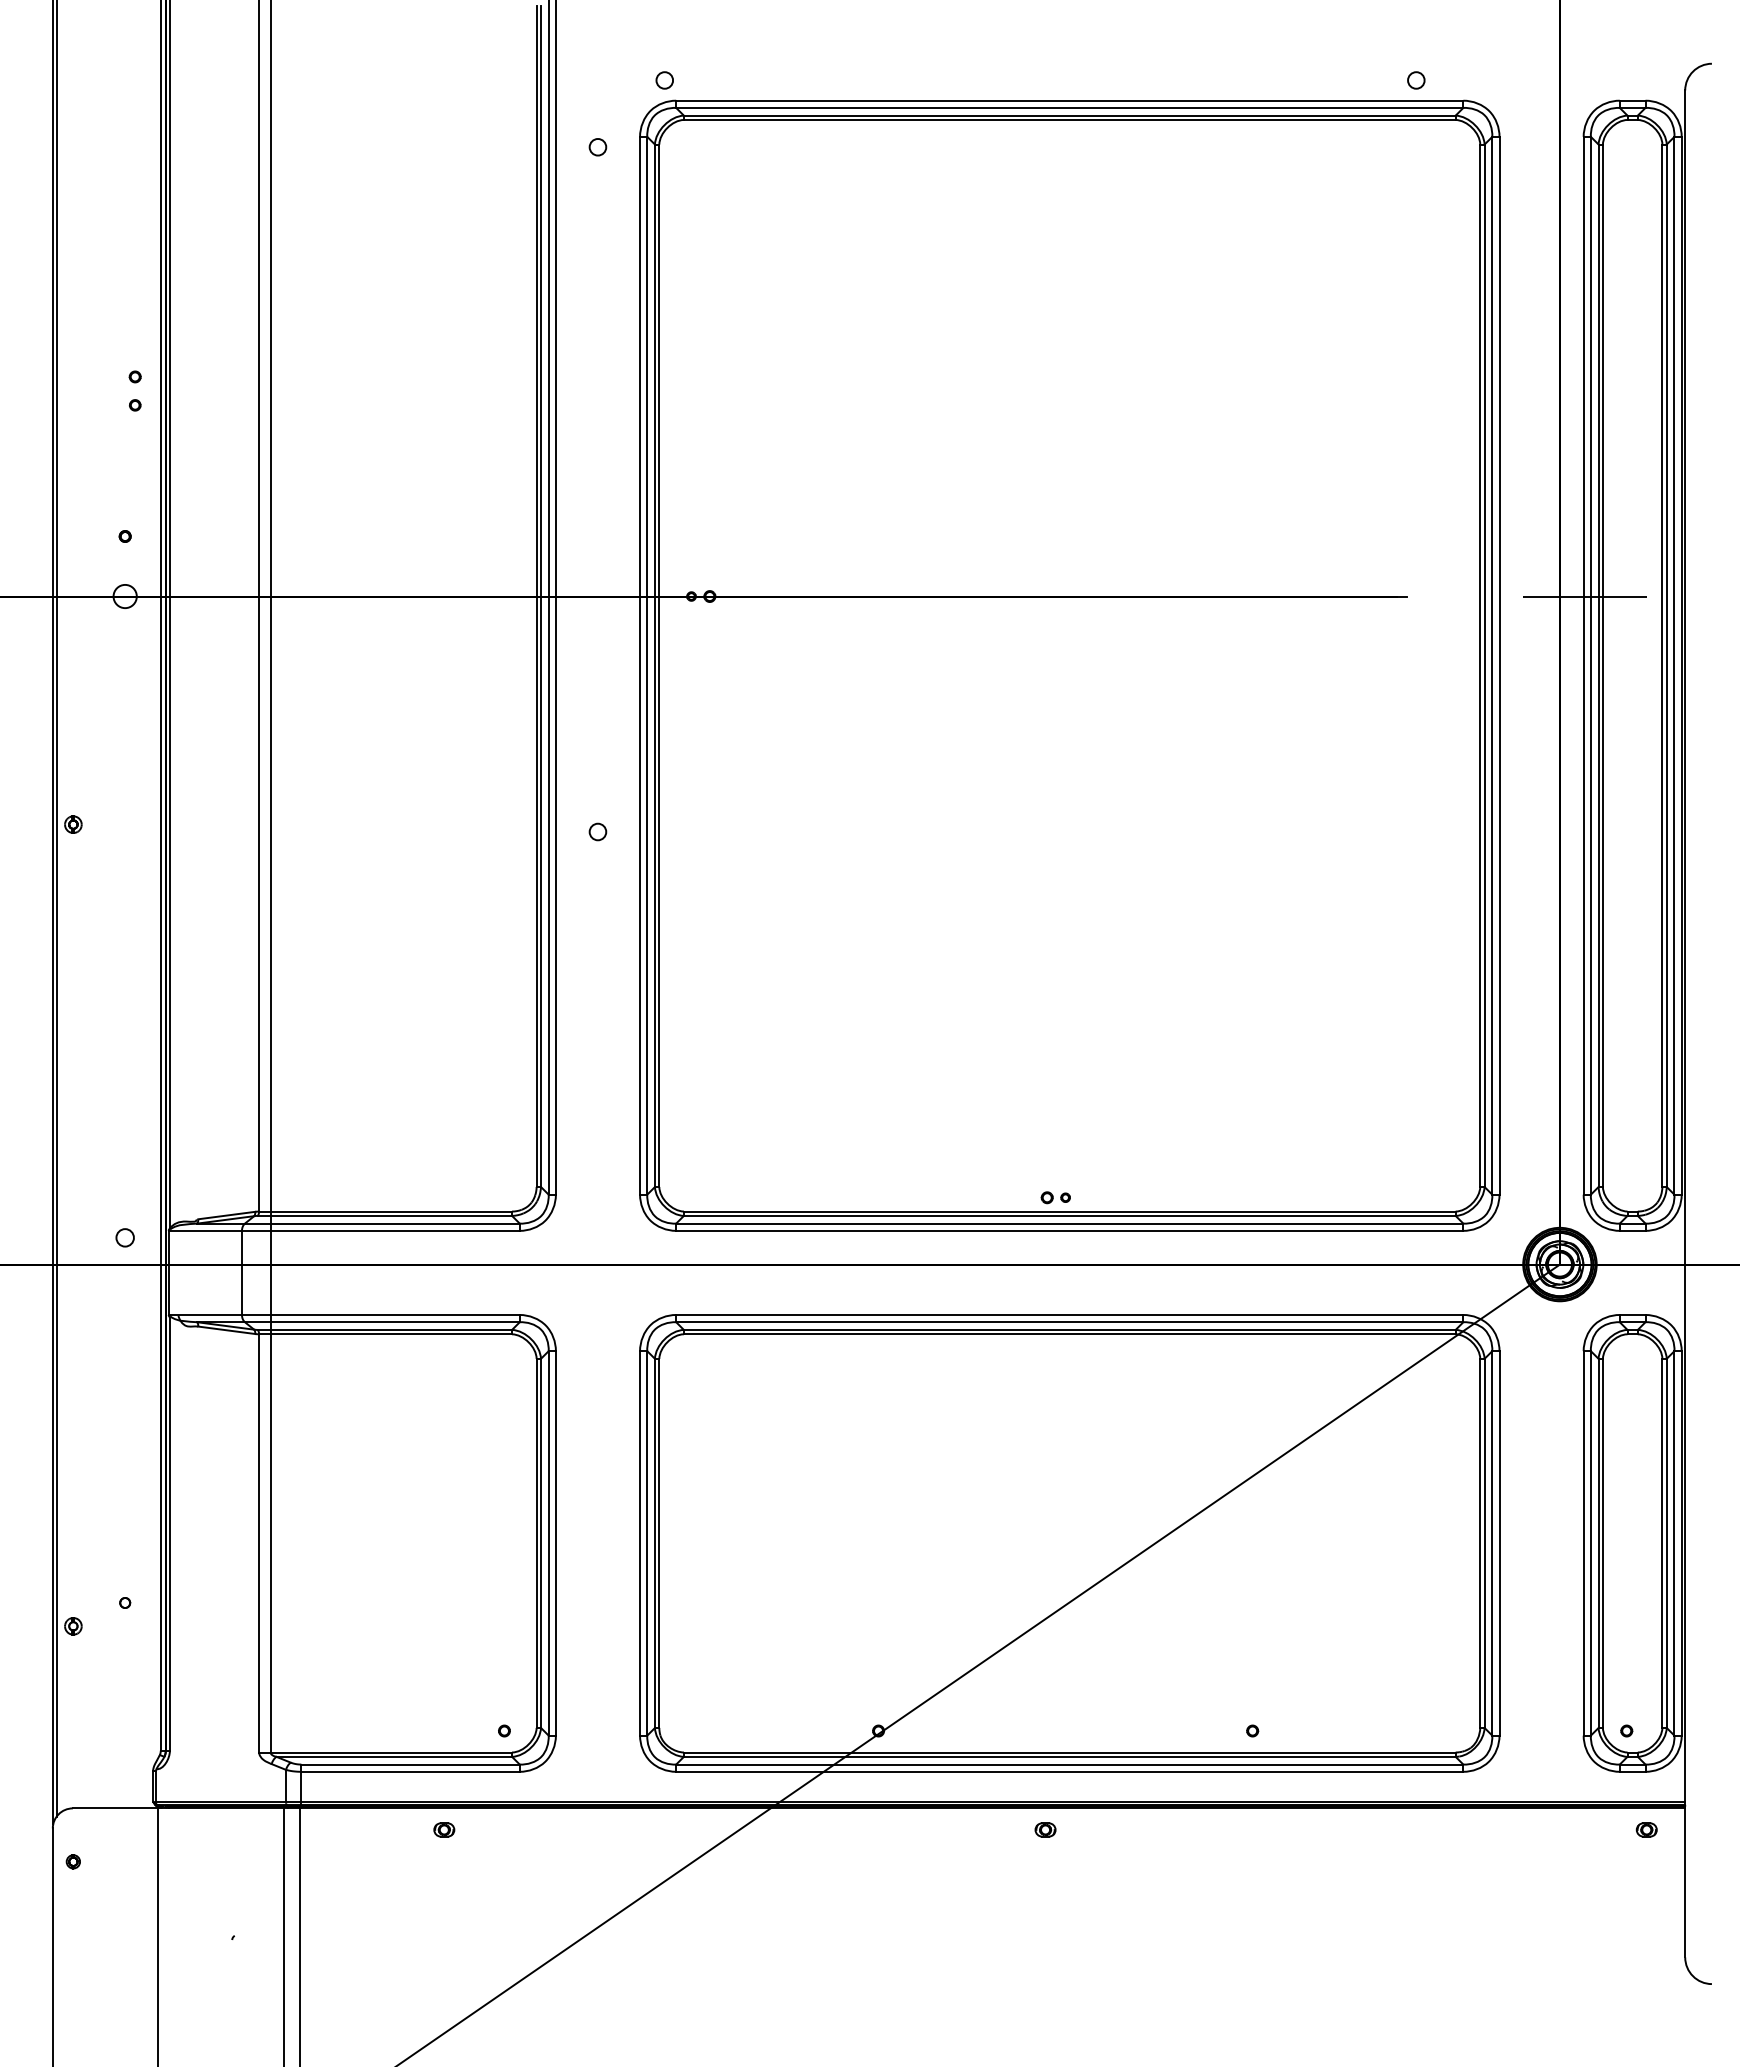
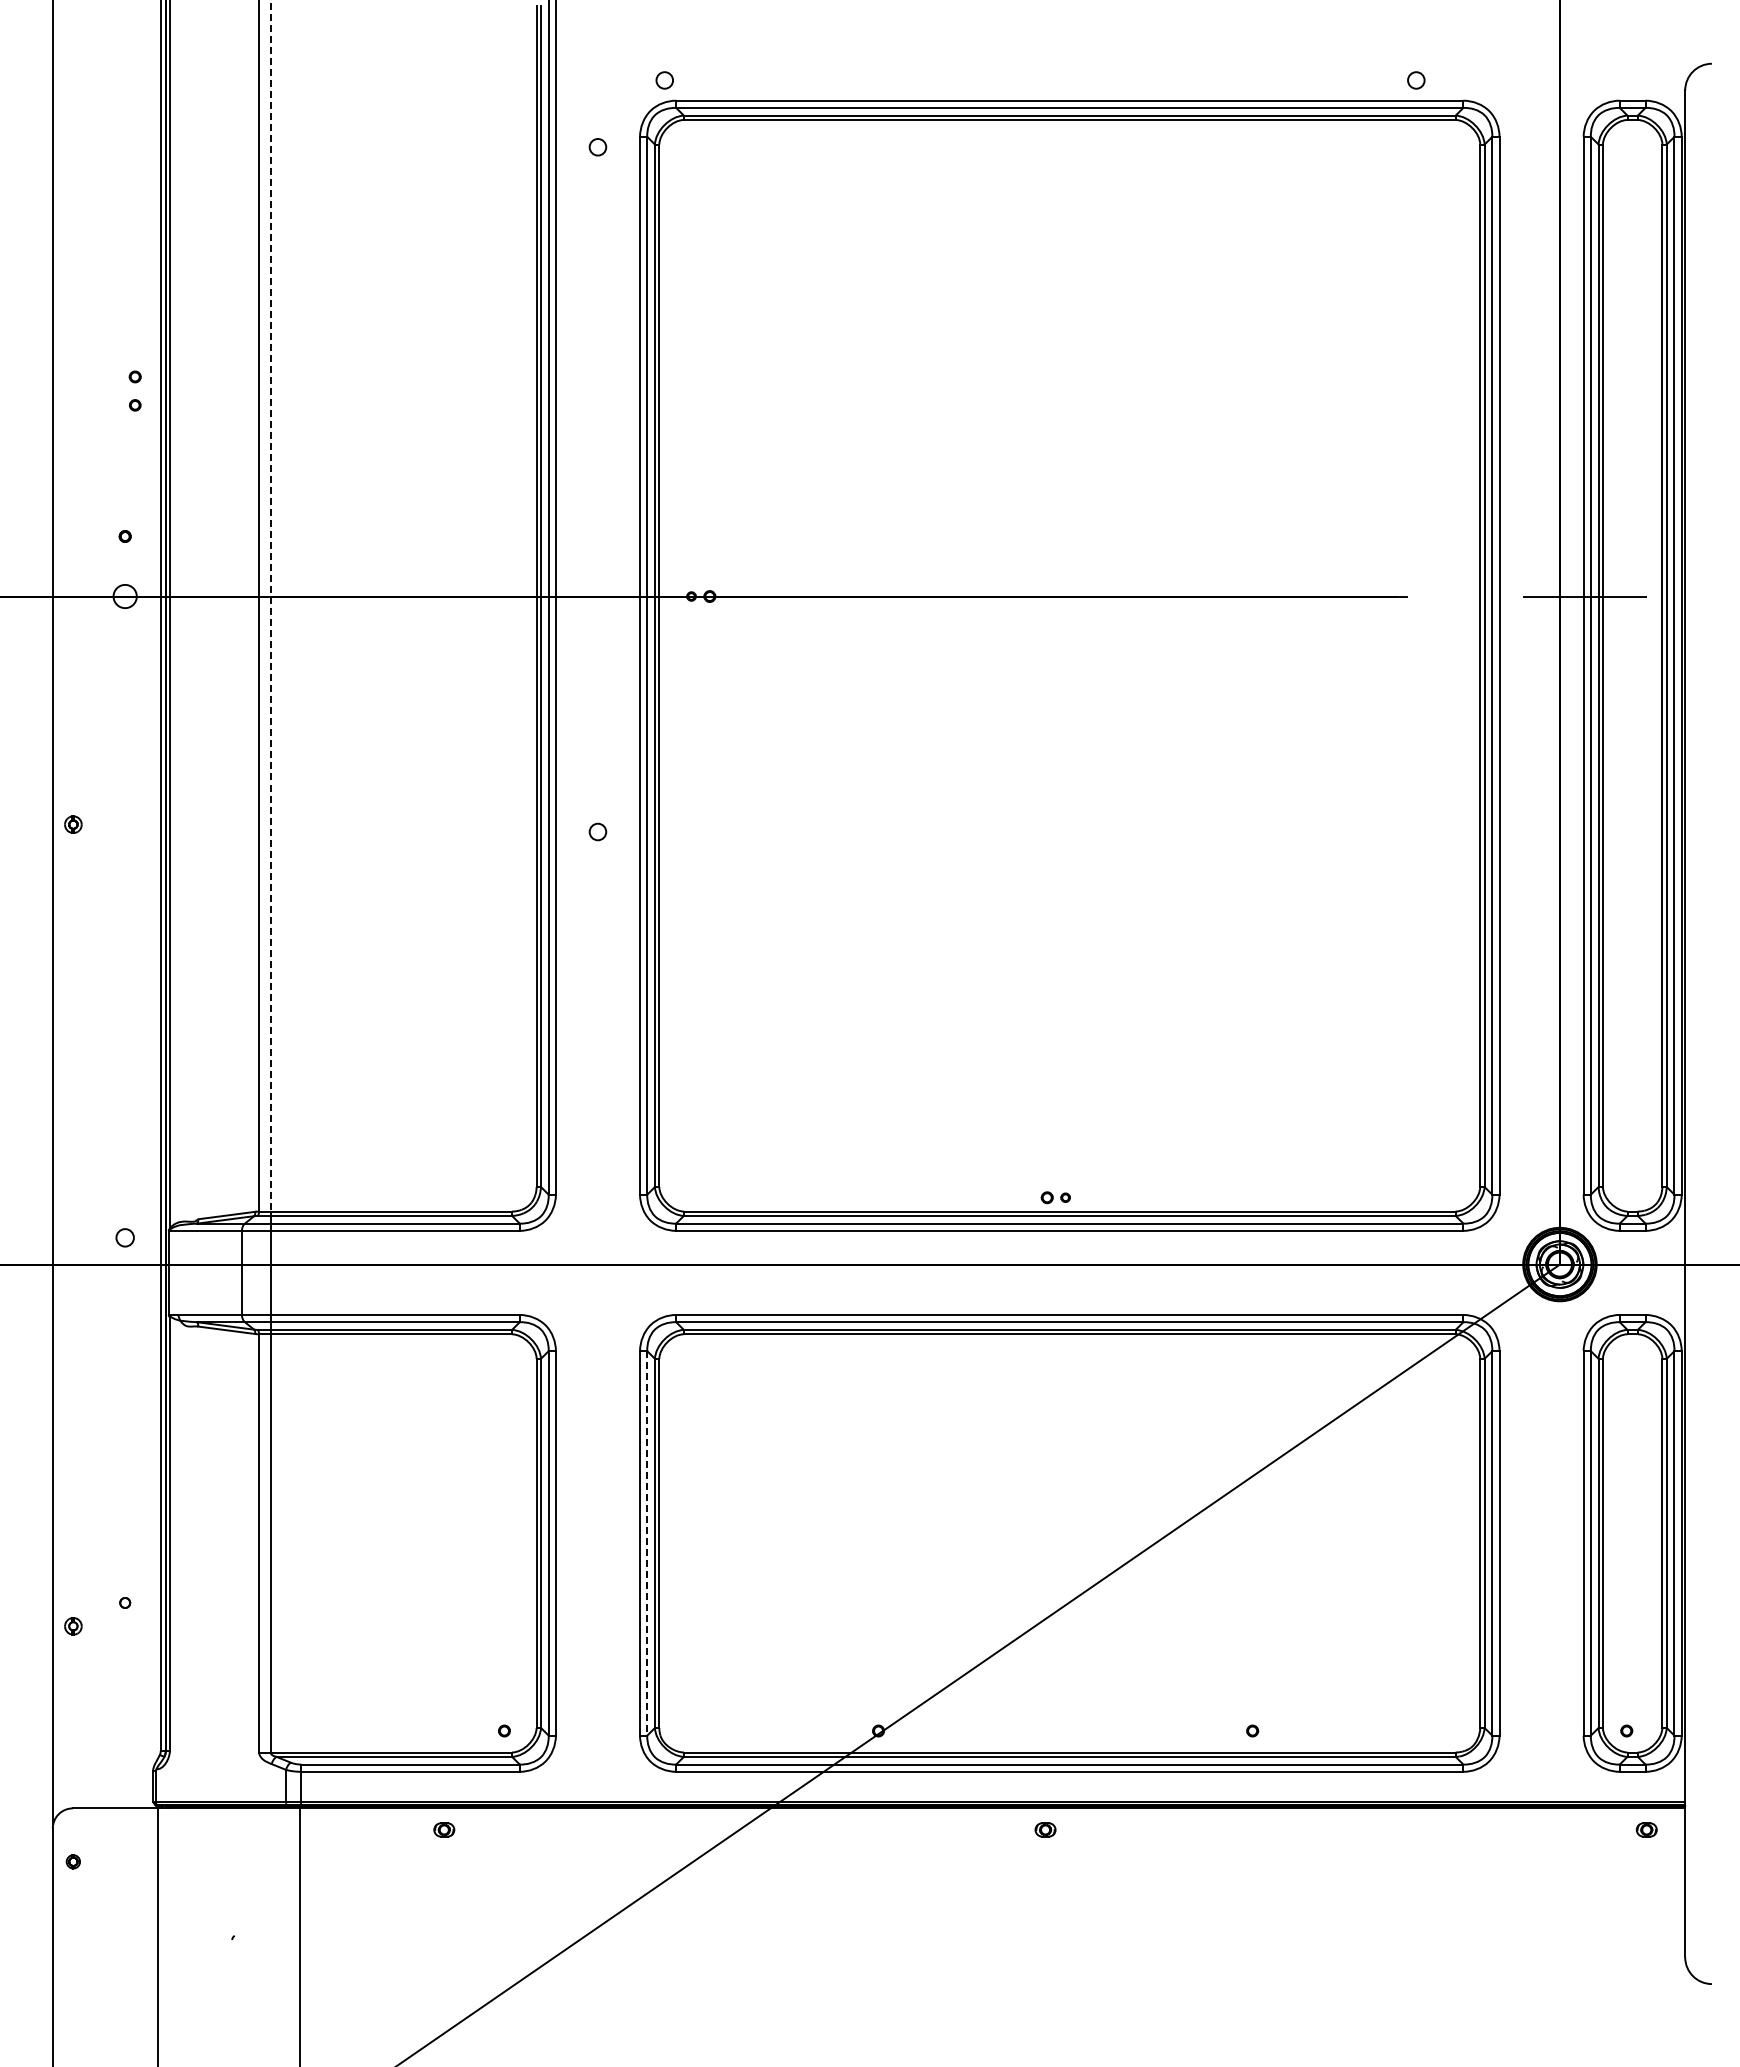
line at (270, 606): solid -> dashed
line at (56, 909): present -> none
line at (647, 1543): solid -> dashed
line at (284, 1935): present -> none
